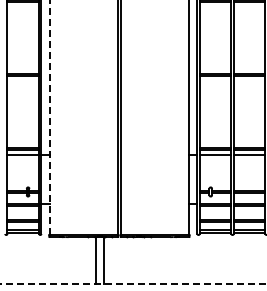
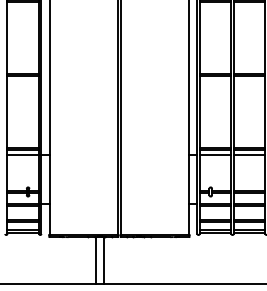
line at (49, 117): dashed -> solid
line at (132, 284): dashed -> solid
